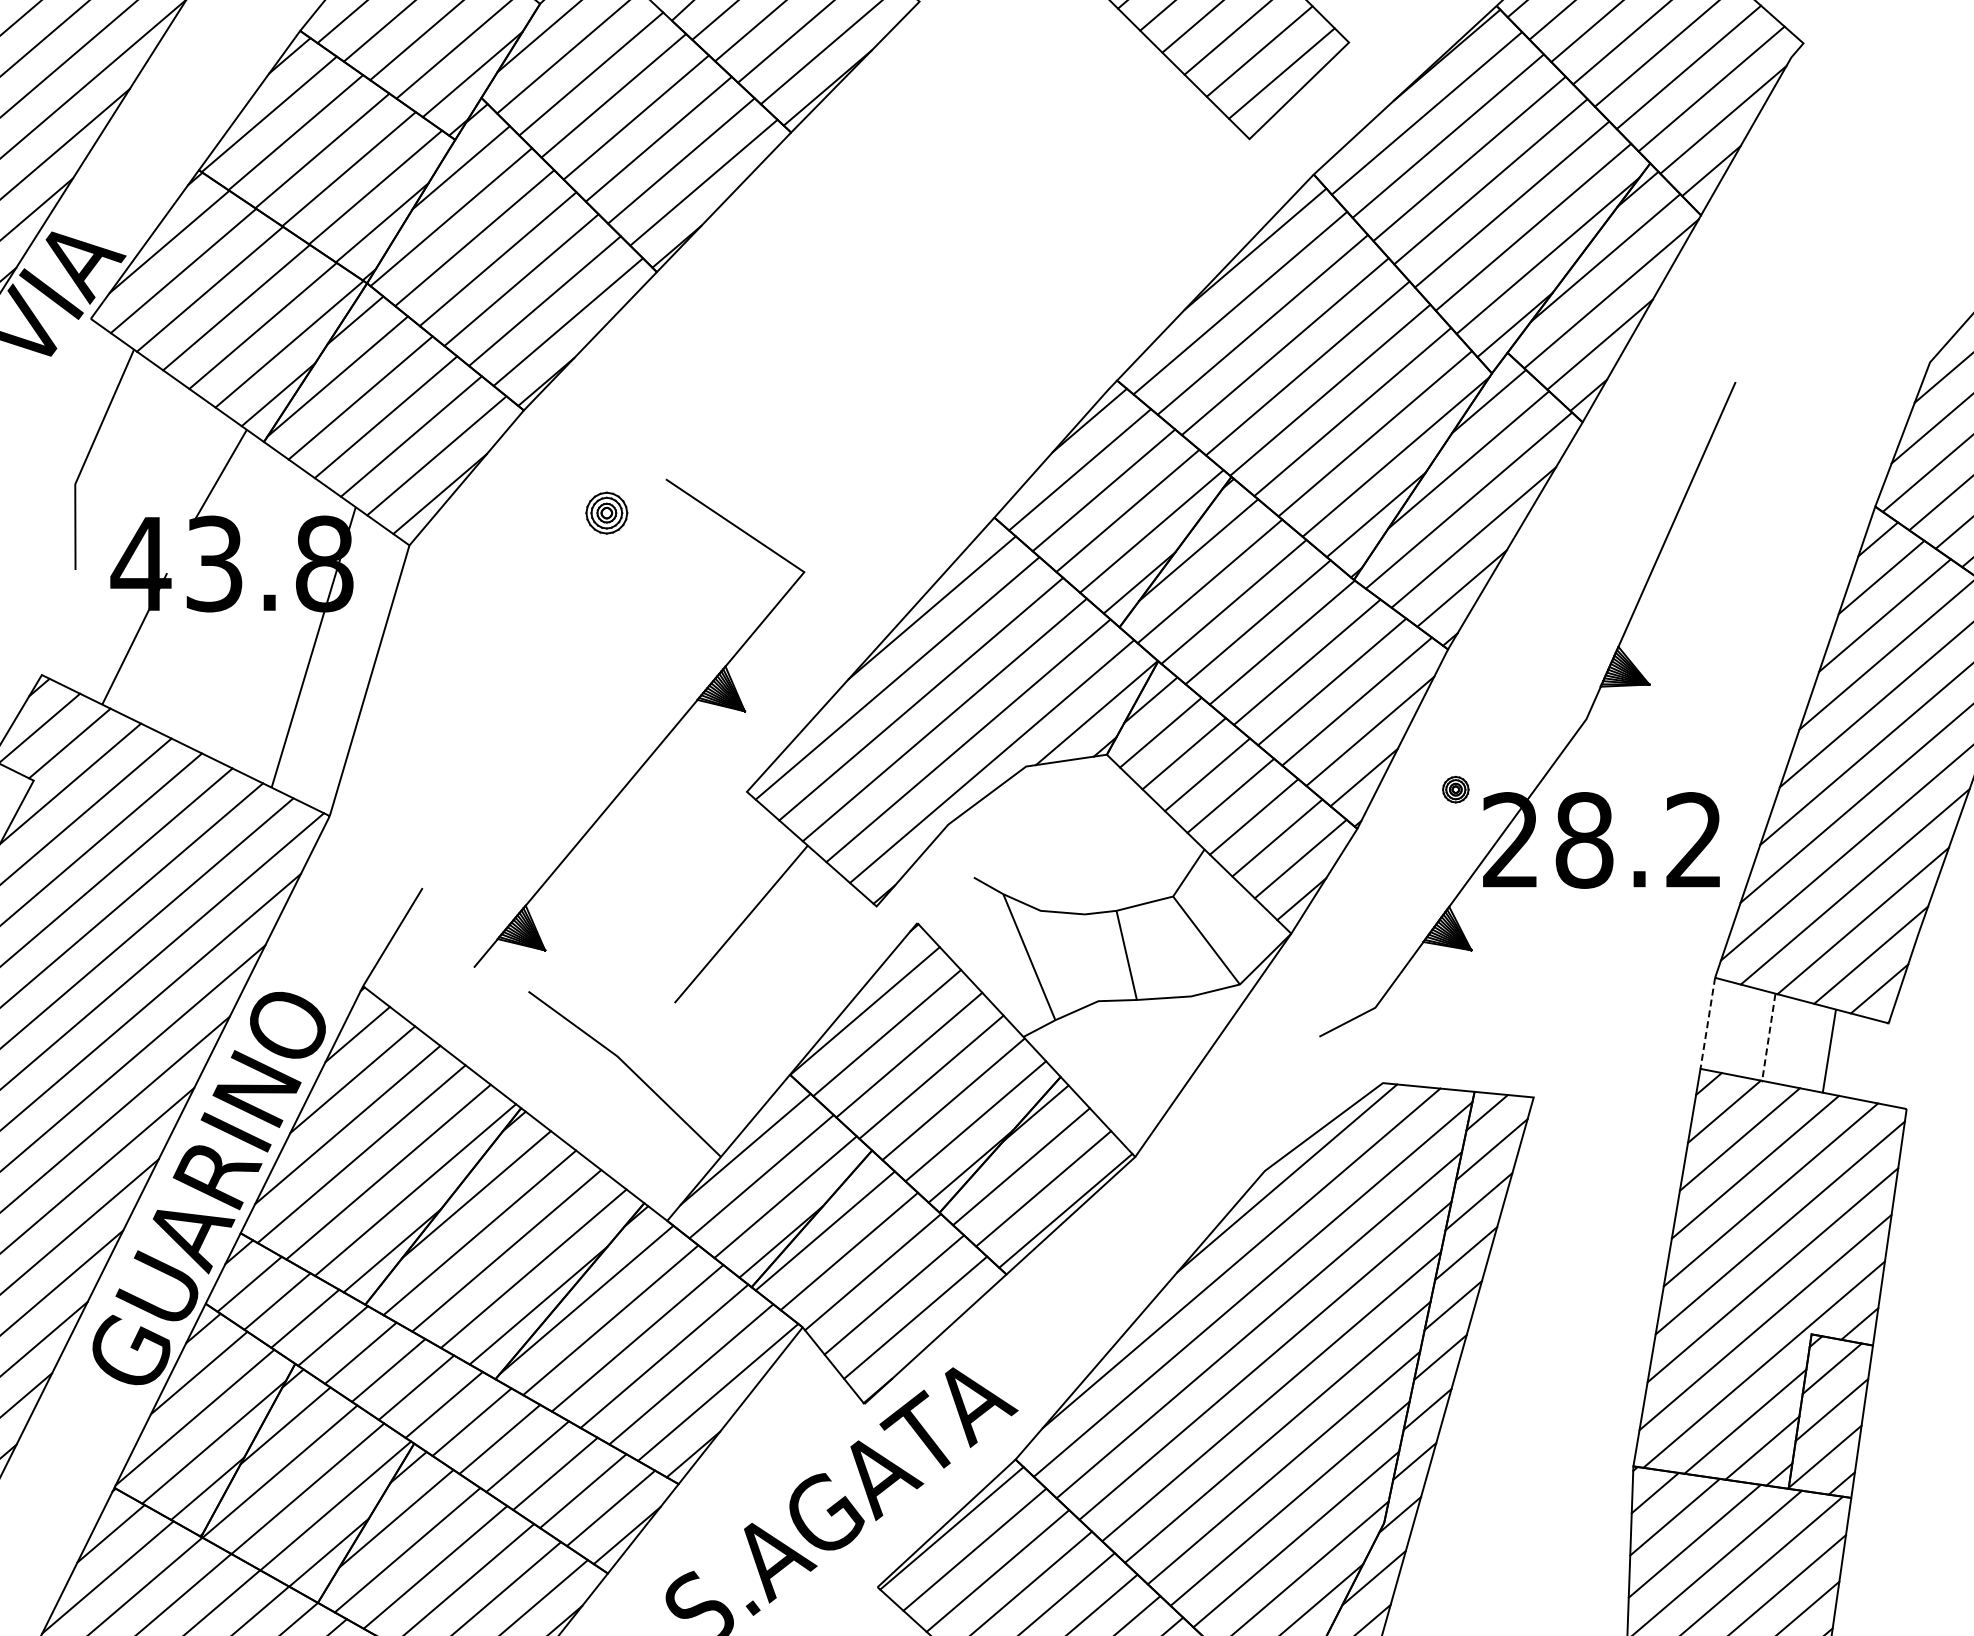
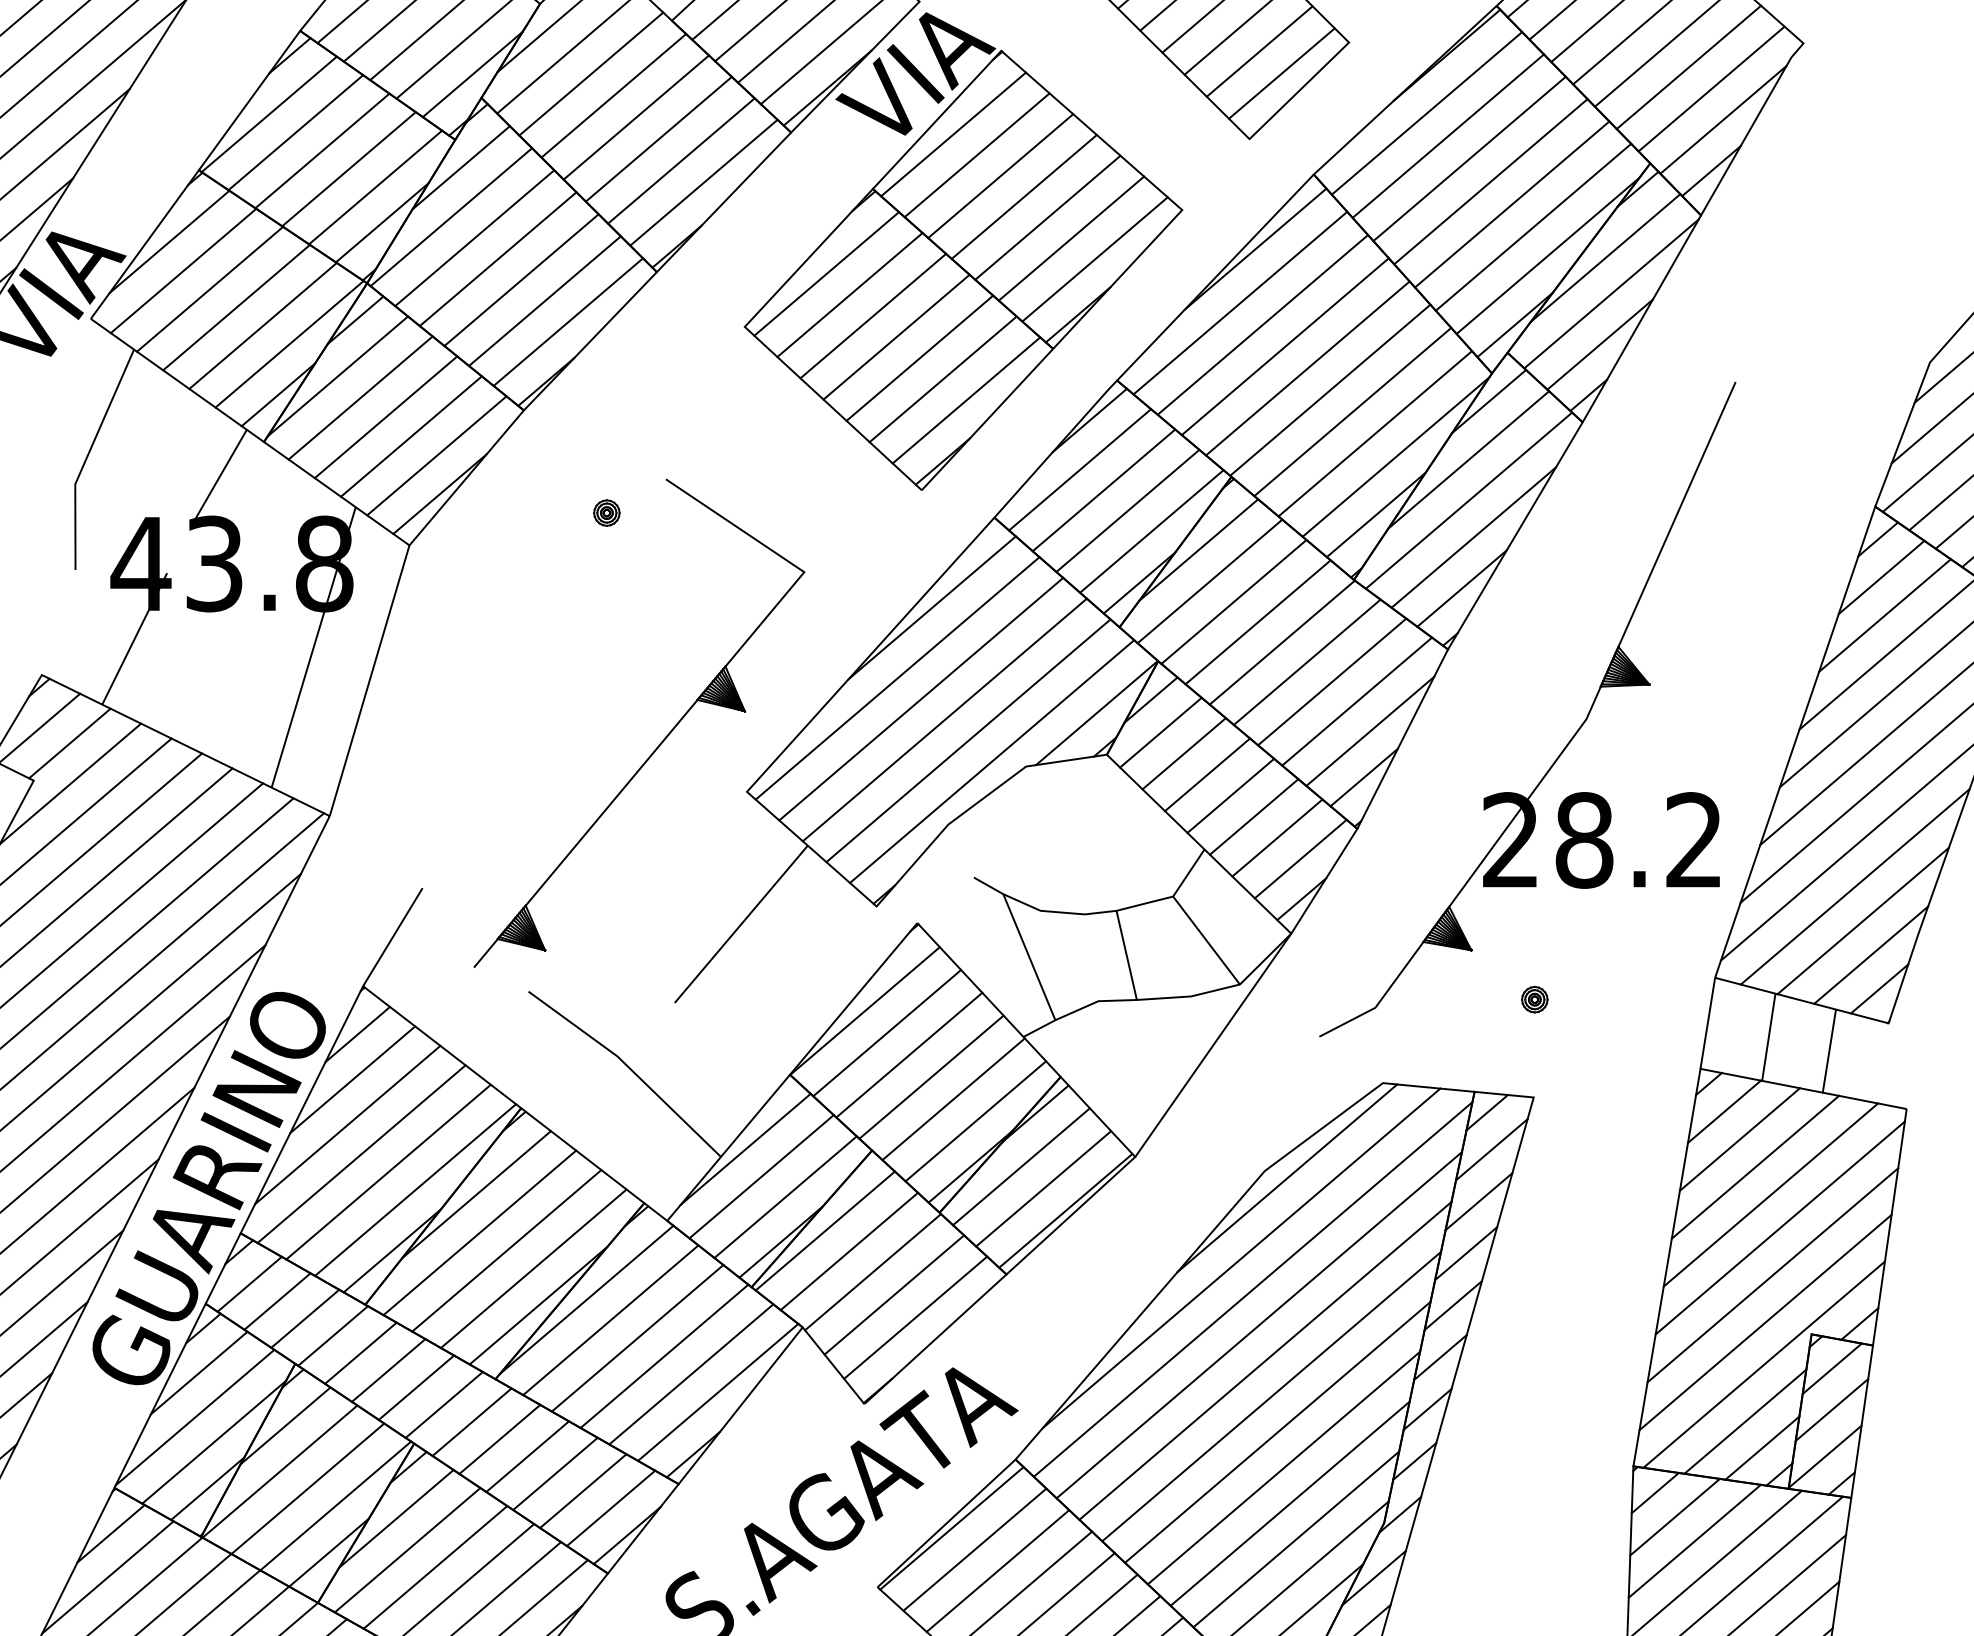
part at (963, 251): none -> present
part at (606, 512) size: 44x44 px -> 28x28 px
part at (1455, 789) position: (1455, 789) -> (1534, 999)
line at (1707, 1023): dashed -> solid
line at (1768, 1038): dashed -> solid
